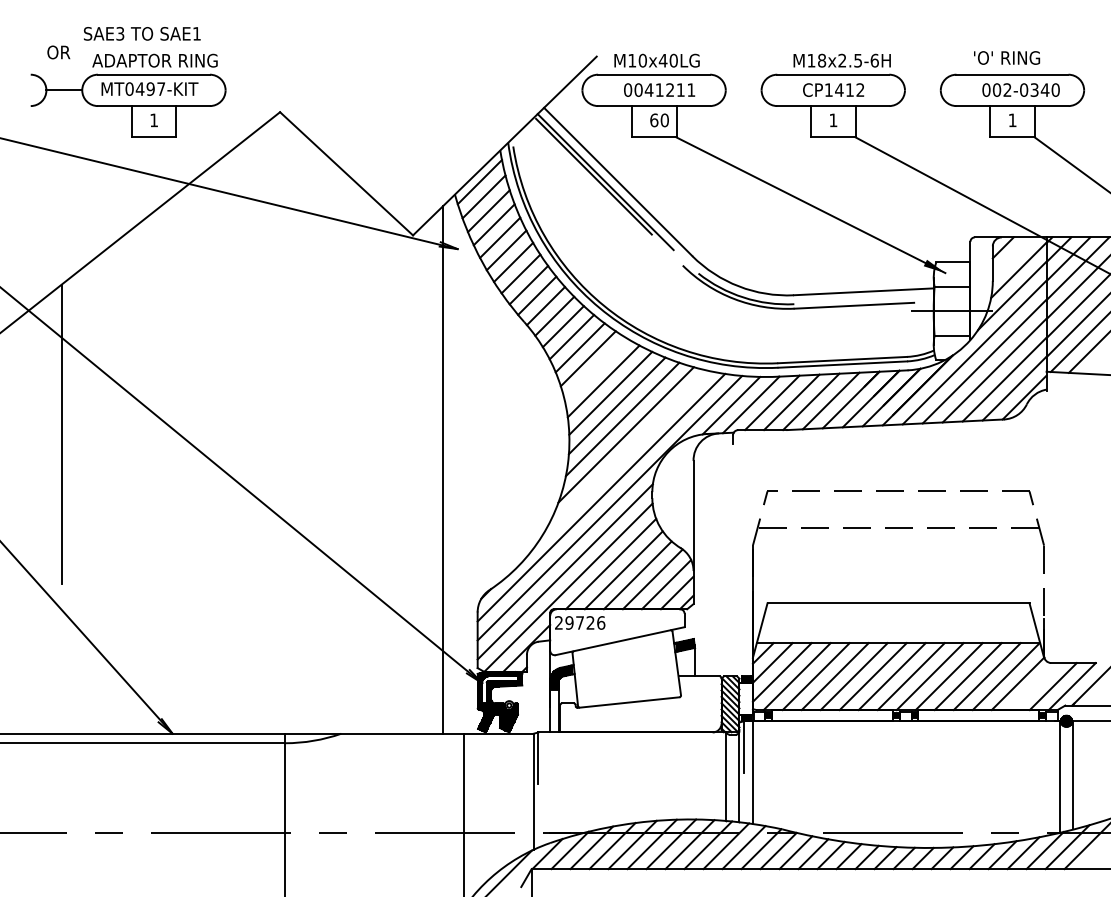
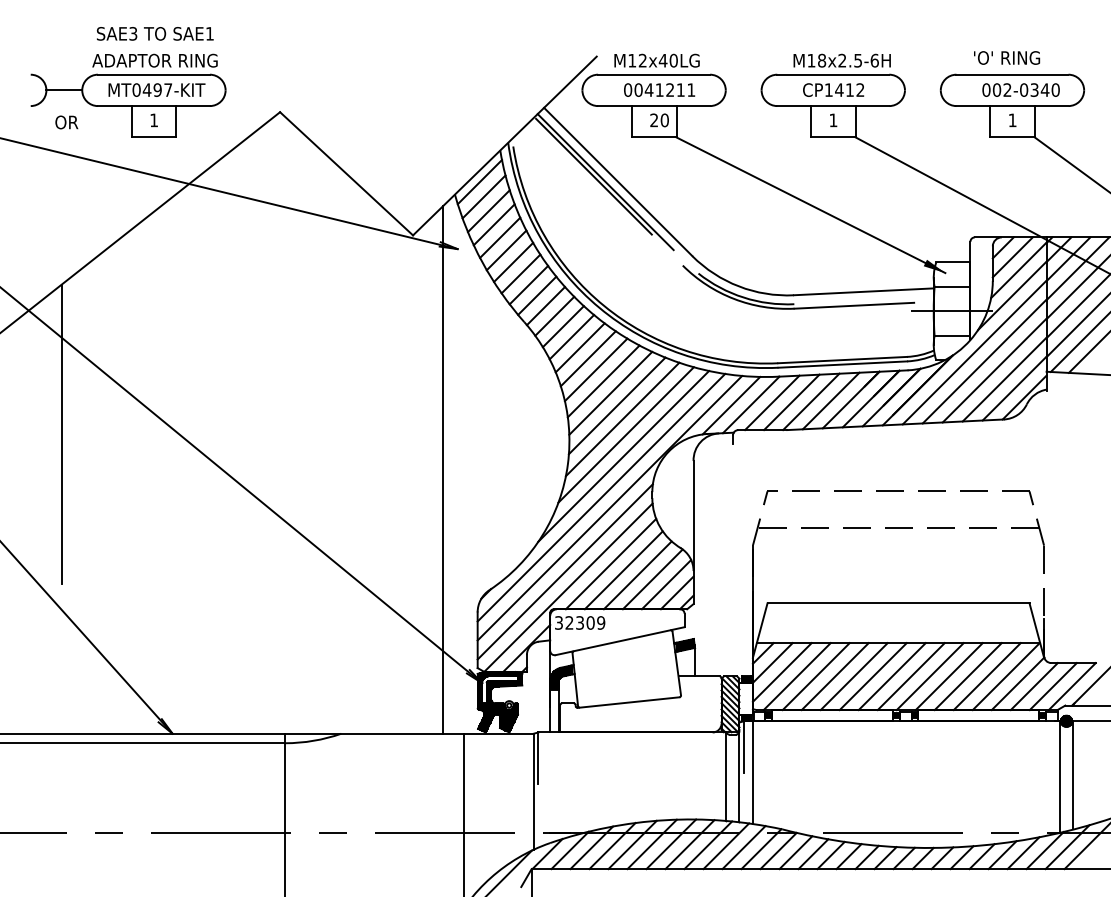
text at (142, 33) position: (142, 33) -> (155, 33)
text at (58, 52) position: (58, 52) -> (66, 122)
text at (642, 60): M10x40LG -> M12x40LG
text at (149, 88) position: (149, 88) -> (156, 89)
text at (654, 120): 60 -> 20
line at (1012, 257): none -> present
line at (595, 369): none -> present
line at (623, 455): none -> present
text at (580, 622): 29726 -> 32309
line at (1033, 686): none -> present
